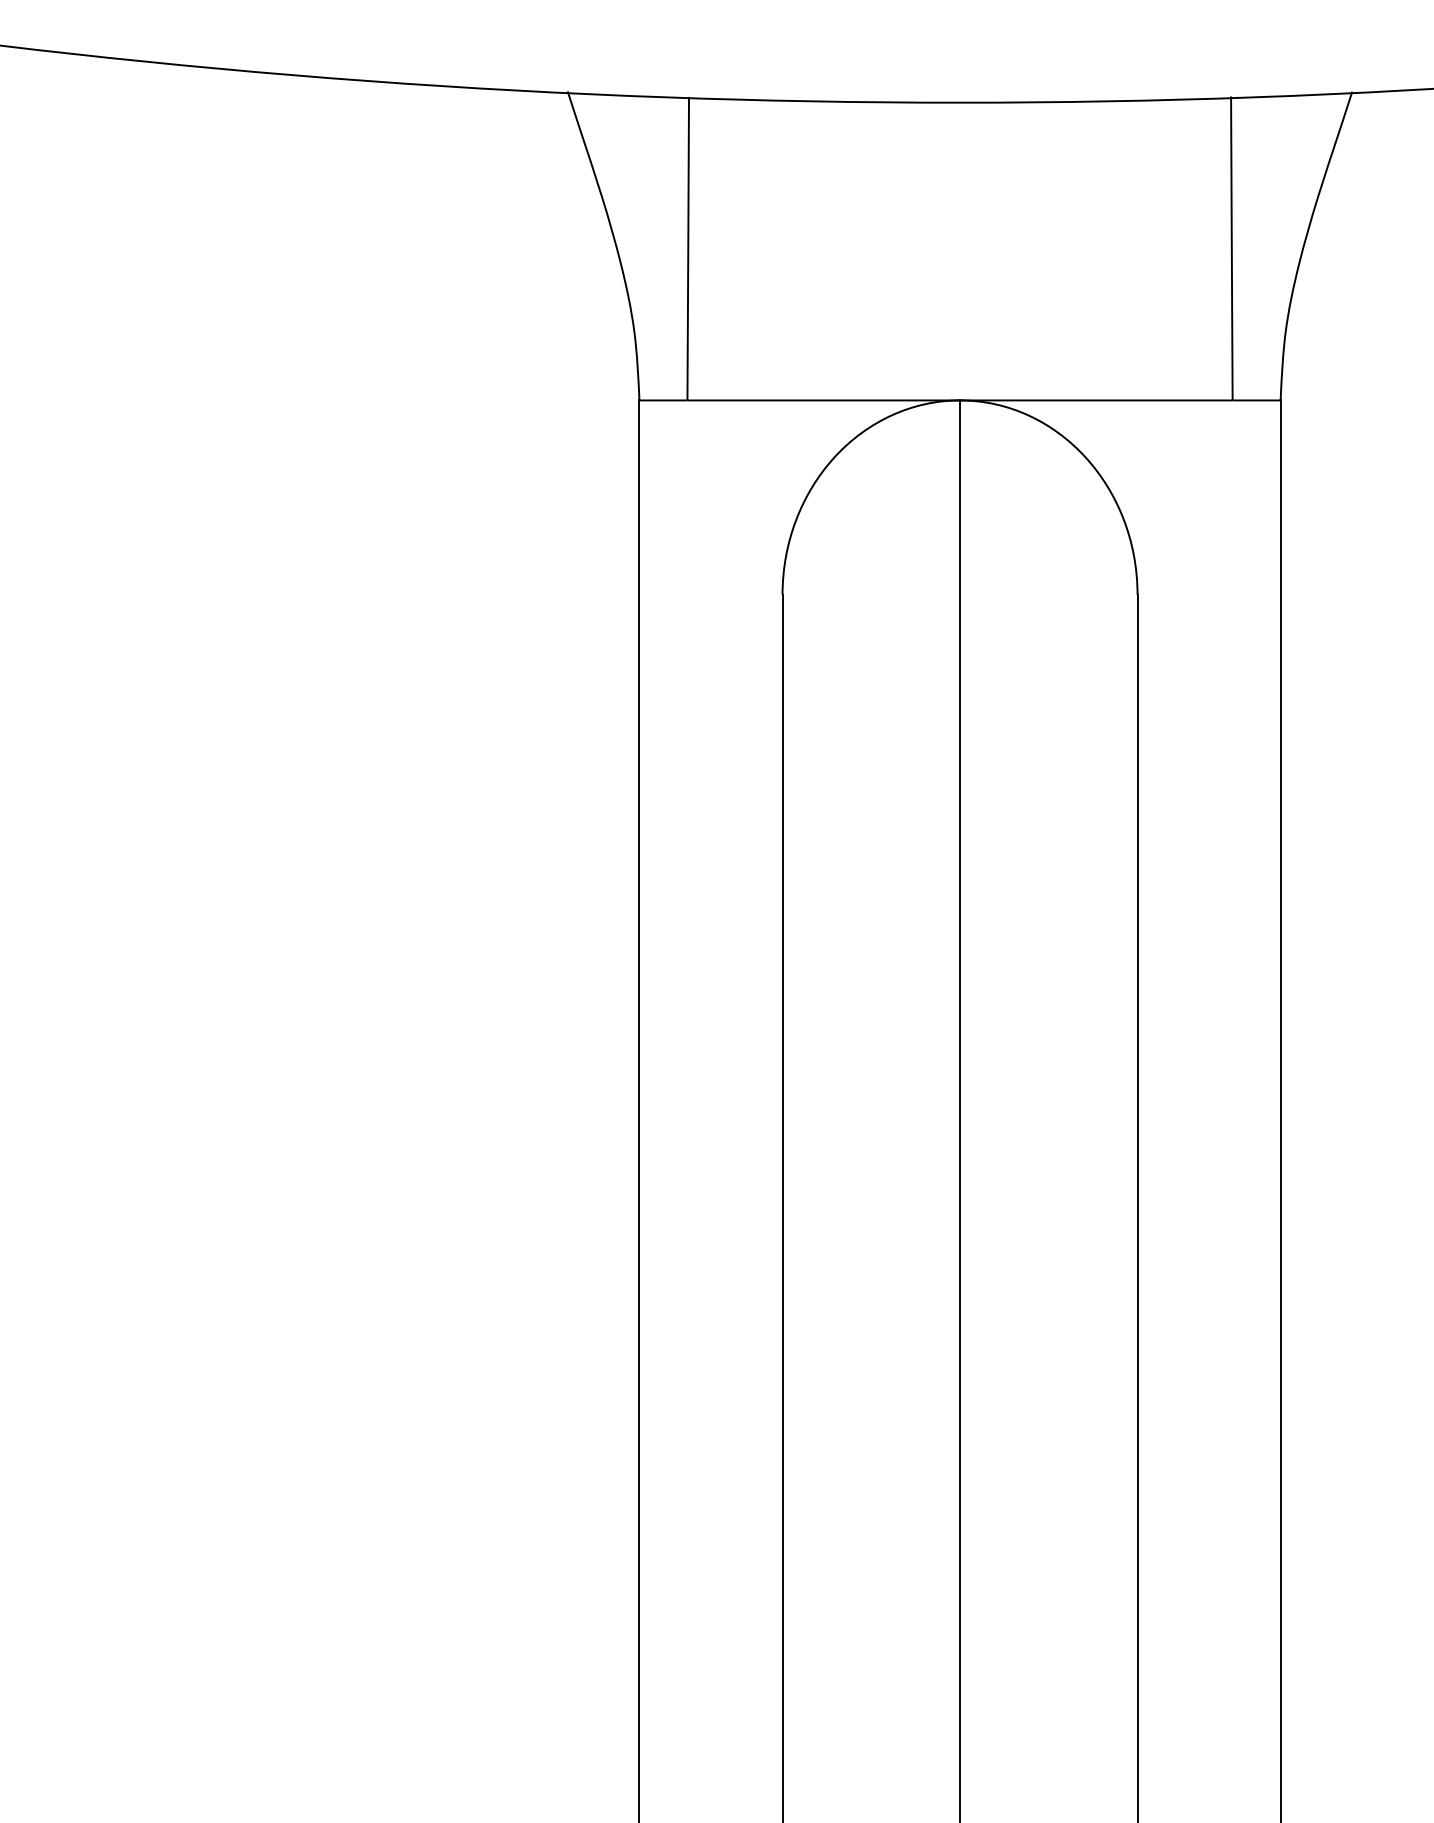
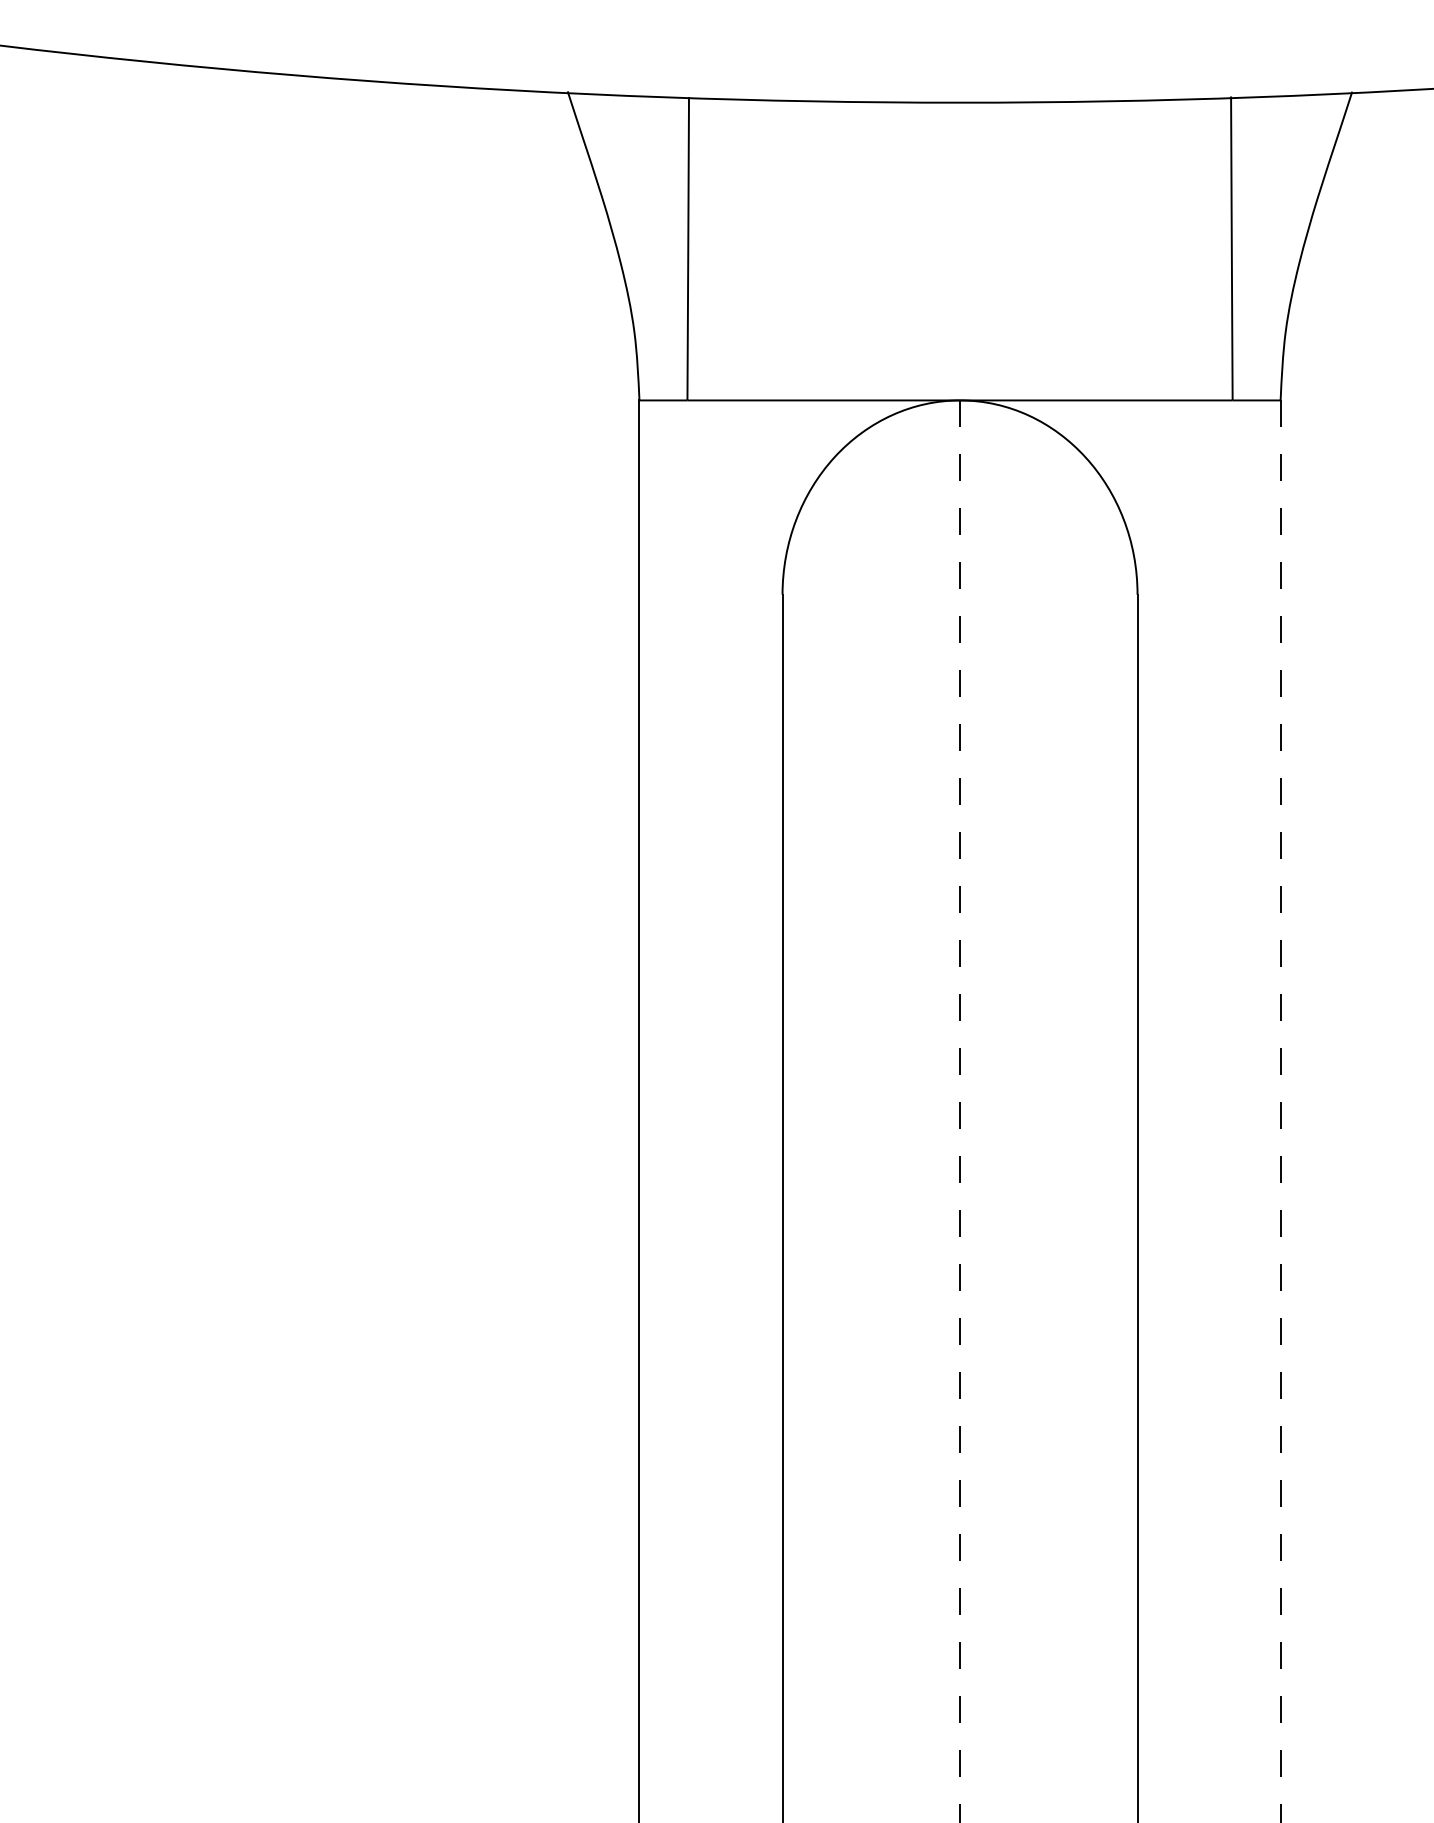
line at (960, 1111): solid -> dashed
line at (1280, 1111): solid -> dashed
